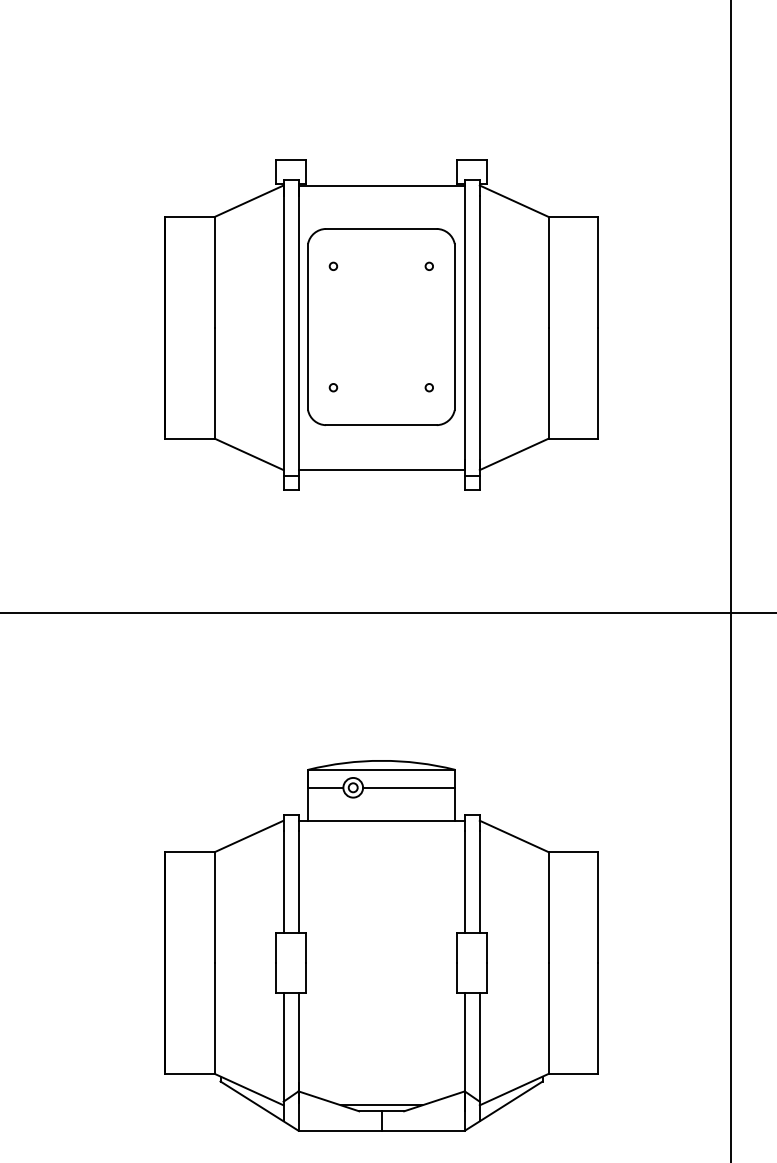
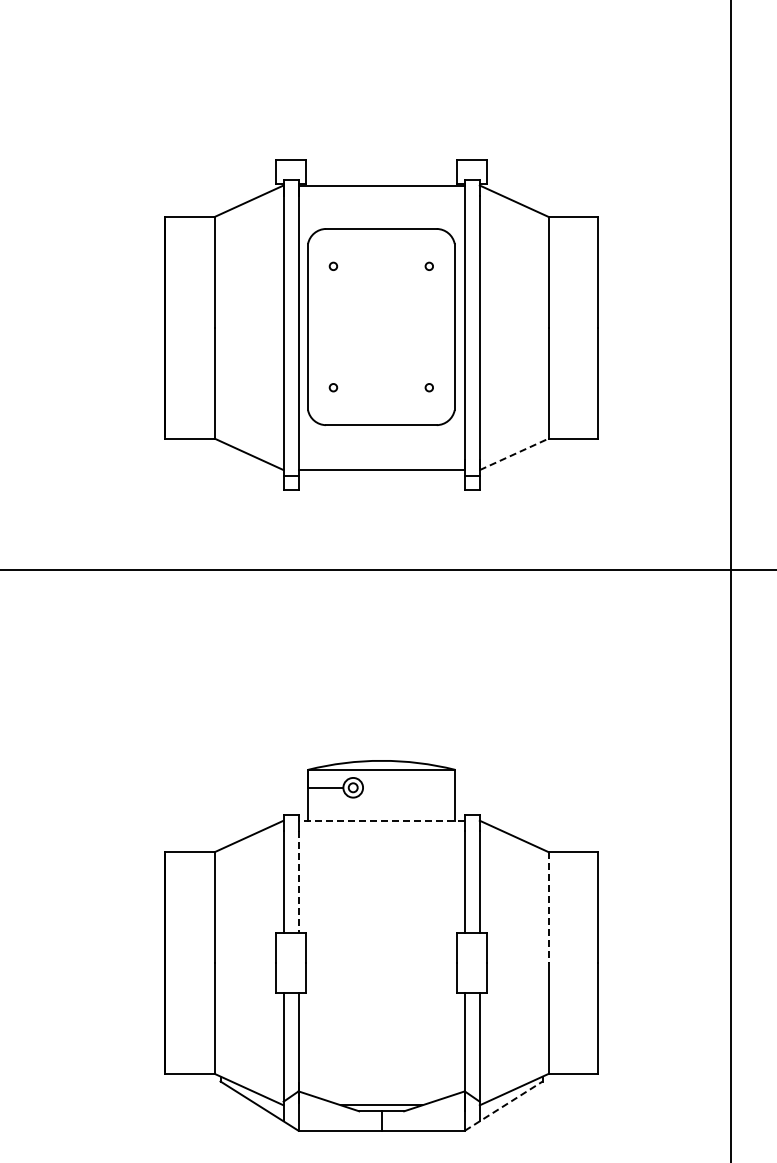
line at (514, 454): solid -> dashed
line at (387, 613) position: (387, 613) -> (387, 570)
line at (408, 787): present -> none
line at (381, 820): solid -> dashed
line at (298, 882): solid -> dashed
line at (548, 908): solid -> dashed
line at (504, 1105): solid -> dashed
